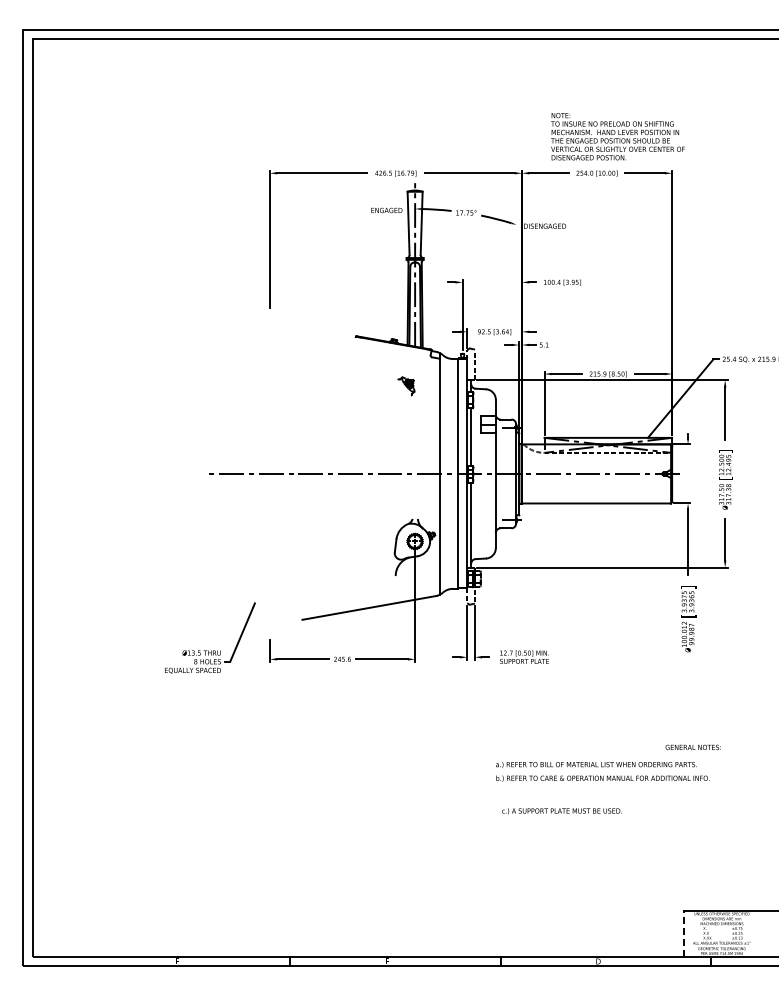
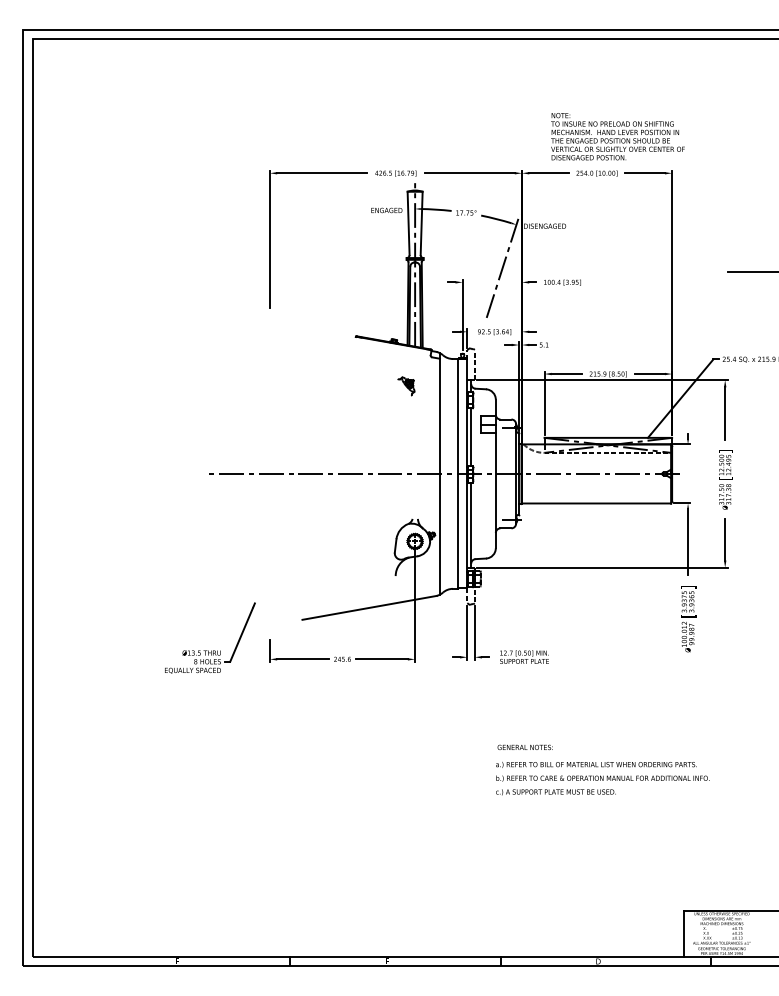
line at (502, 265): none -> present
line at (751, 271): none -> present
text at (692, 747) position: (692, 747) -> (524, 747)
text at (561, 811) position: (561, 811) -> (555, 792)
line at (684, 933): dashed -> solid
